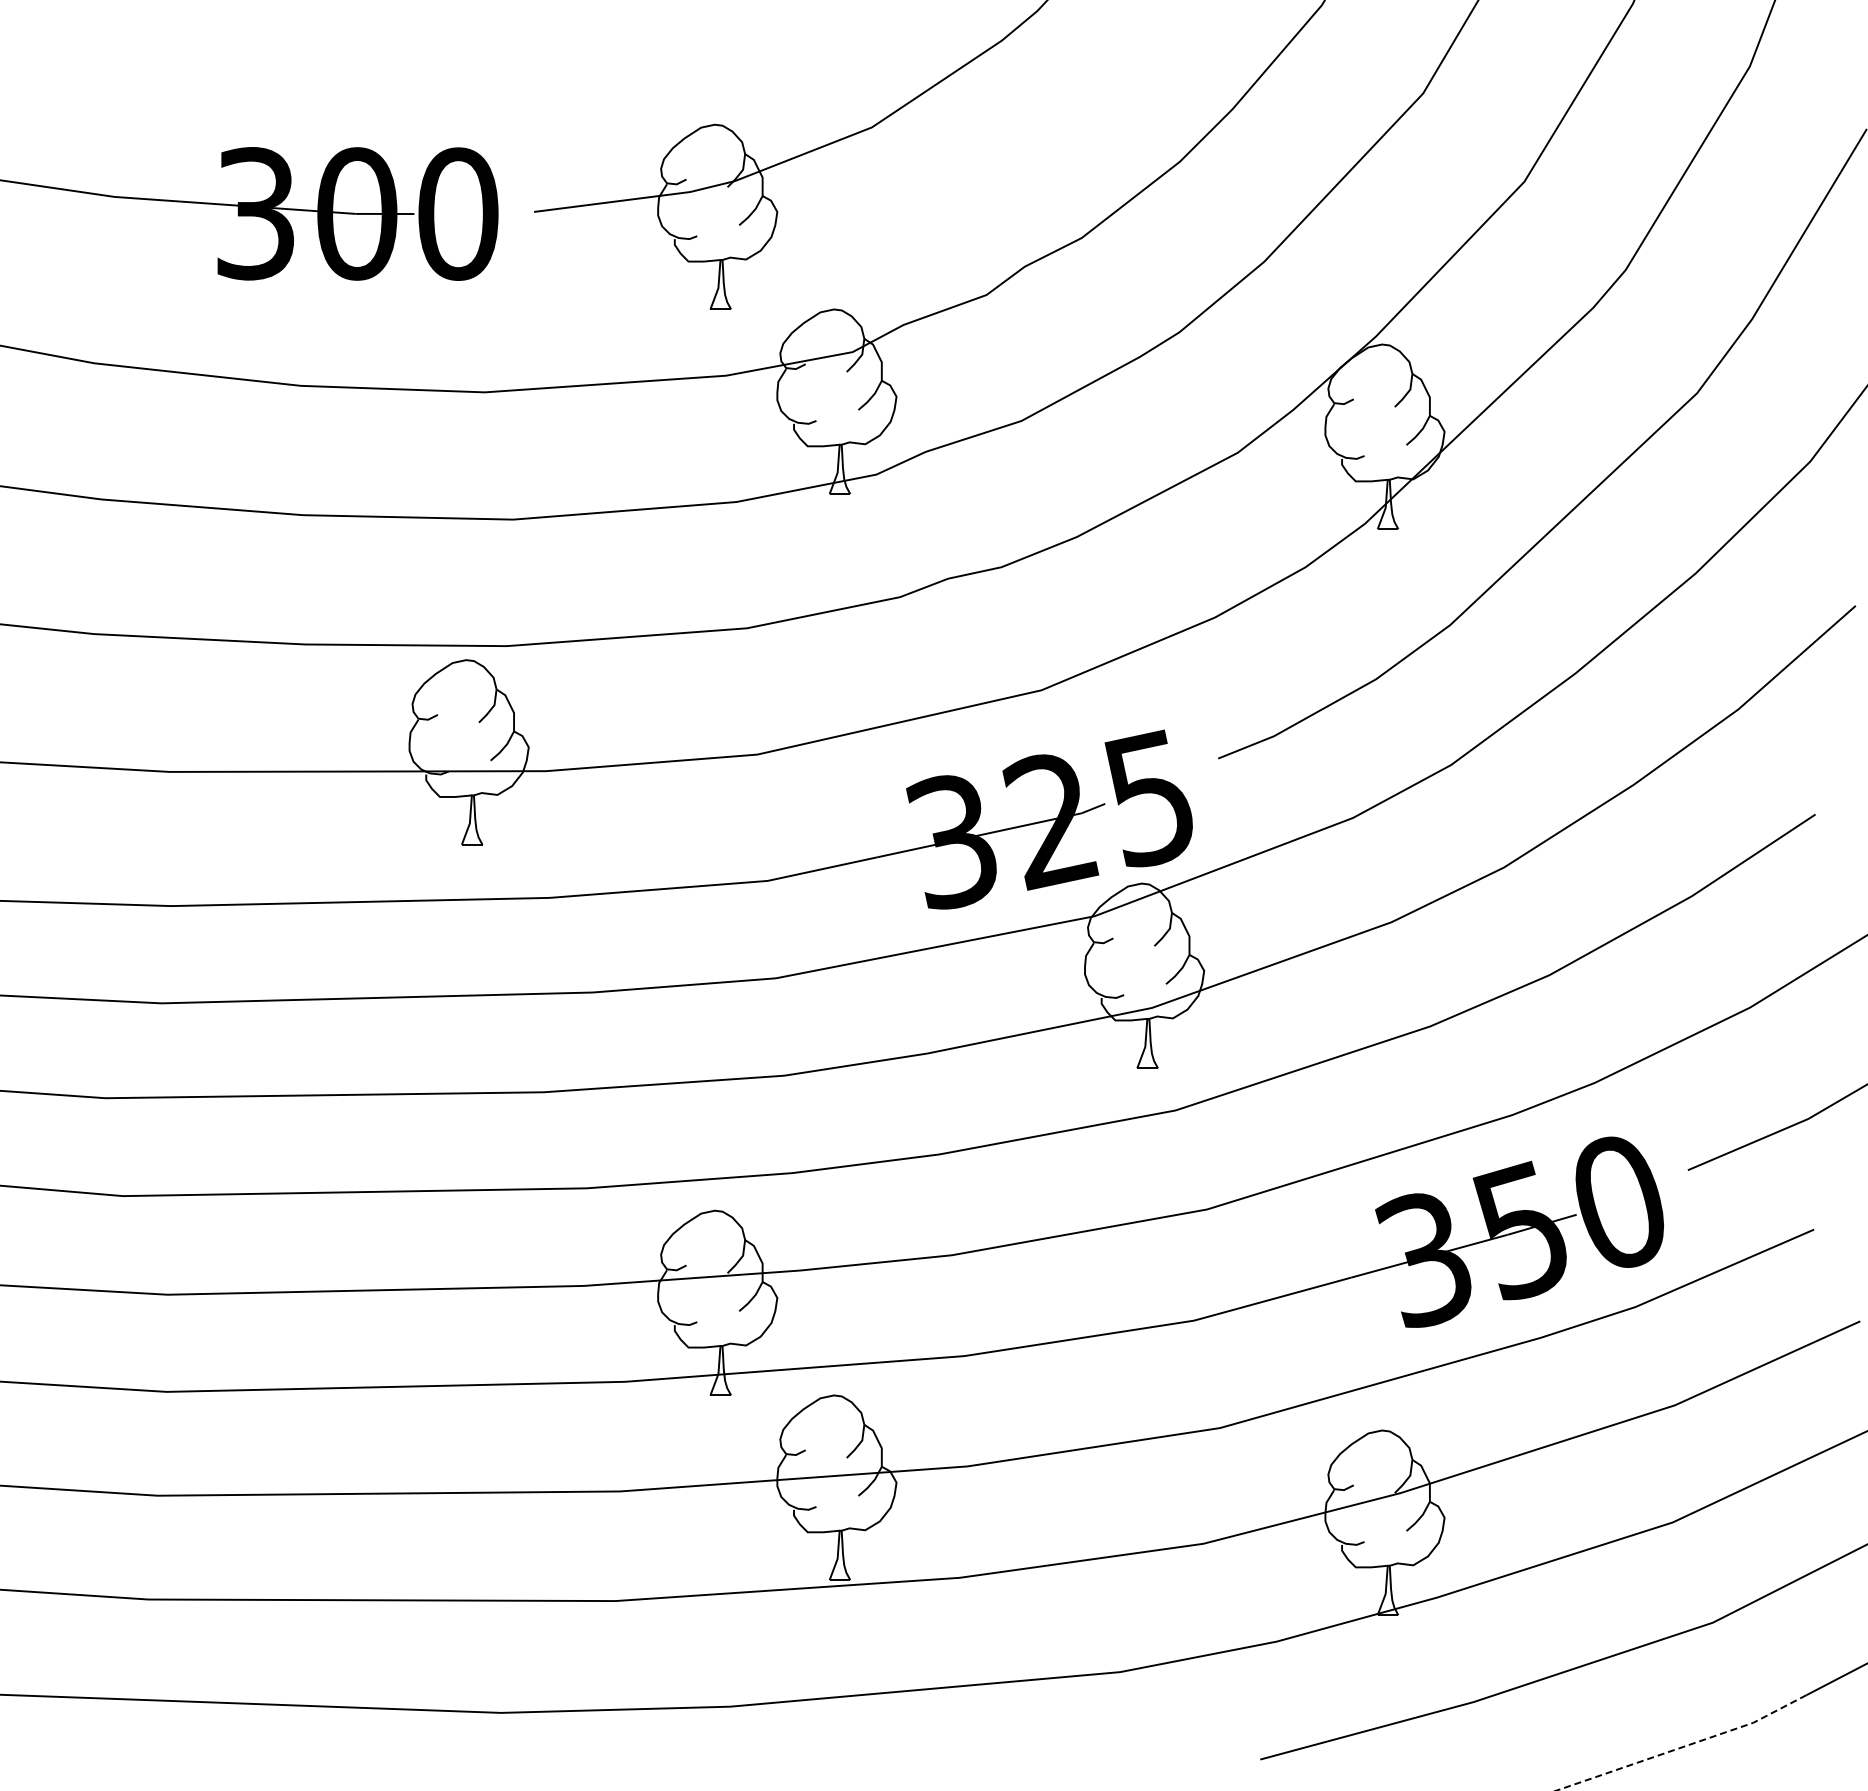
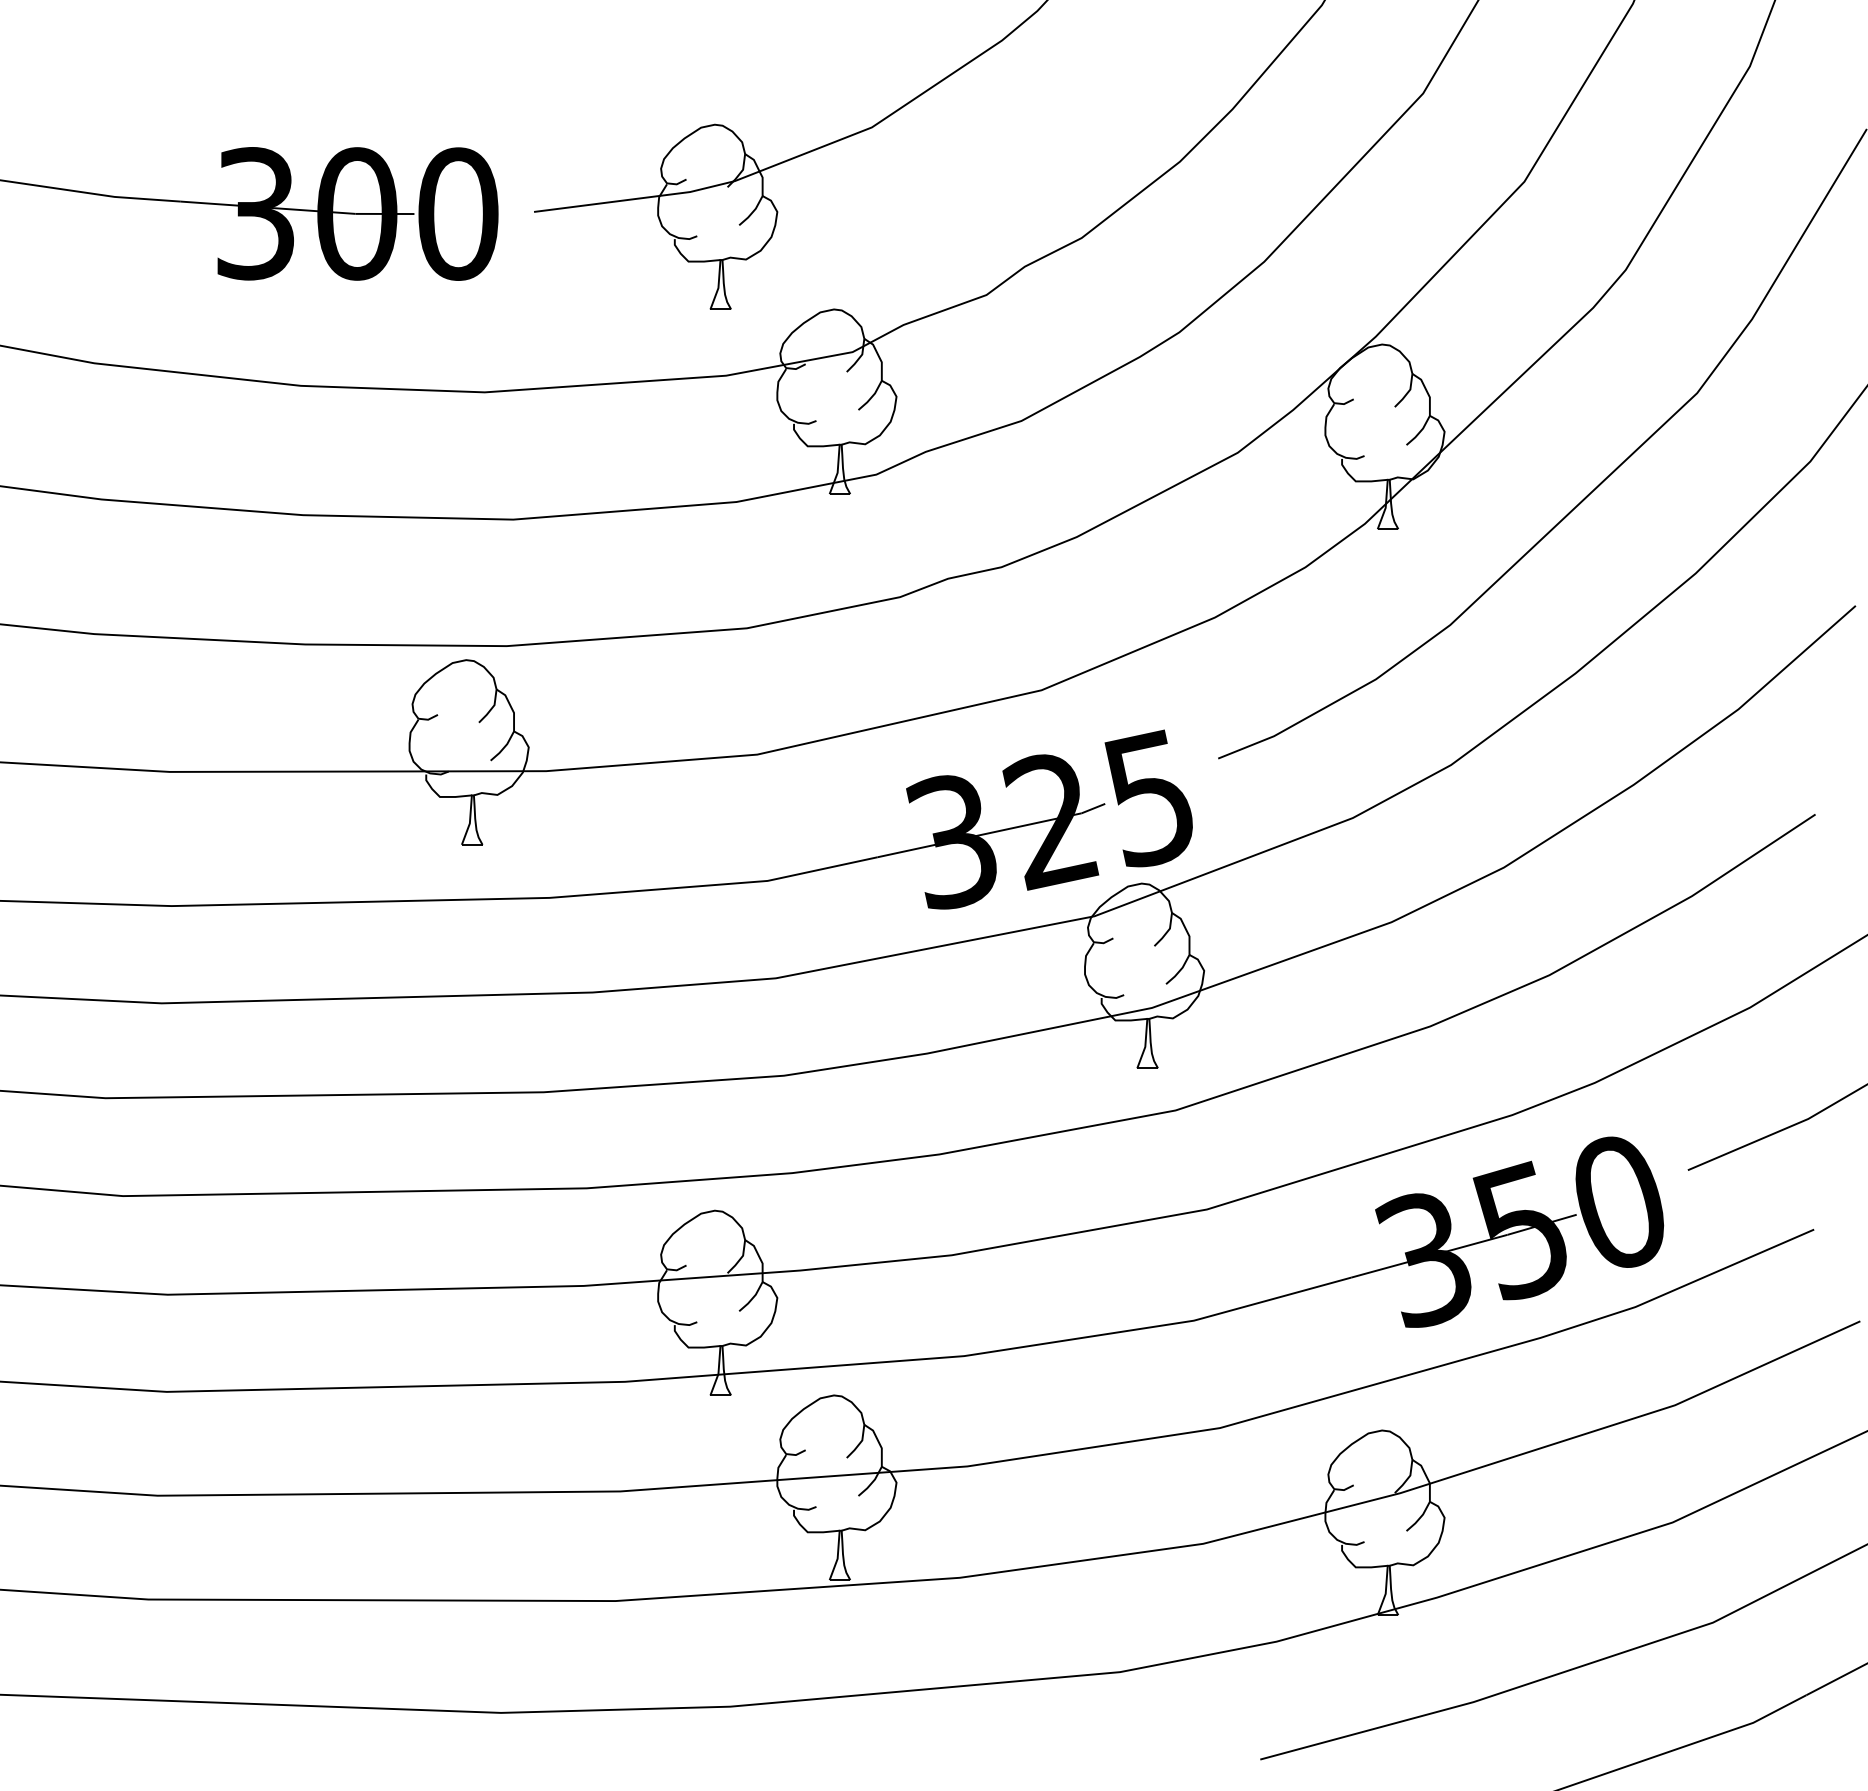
line at (1682, 1747): dashed -> solid
